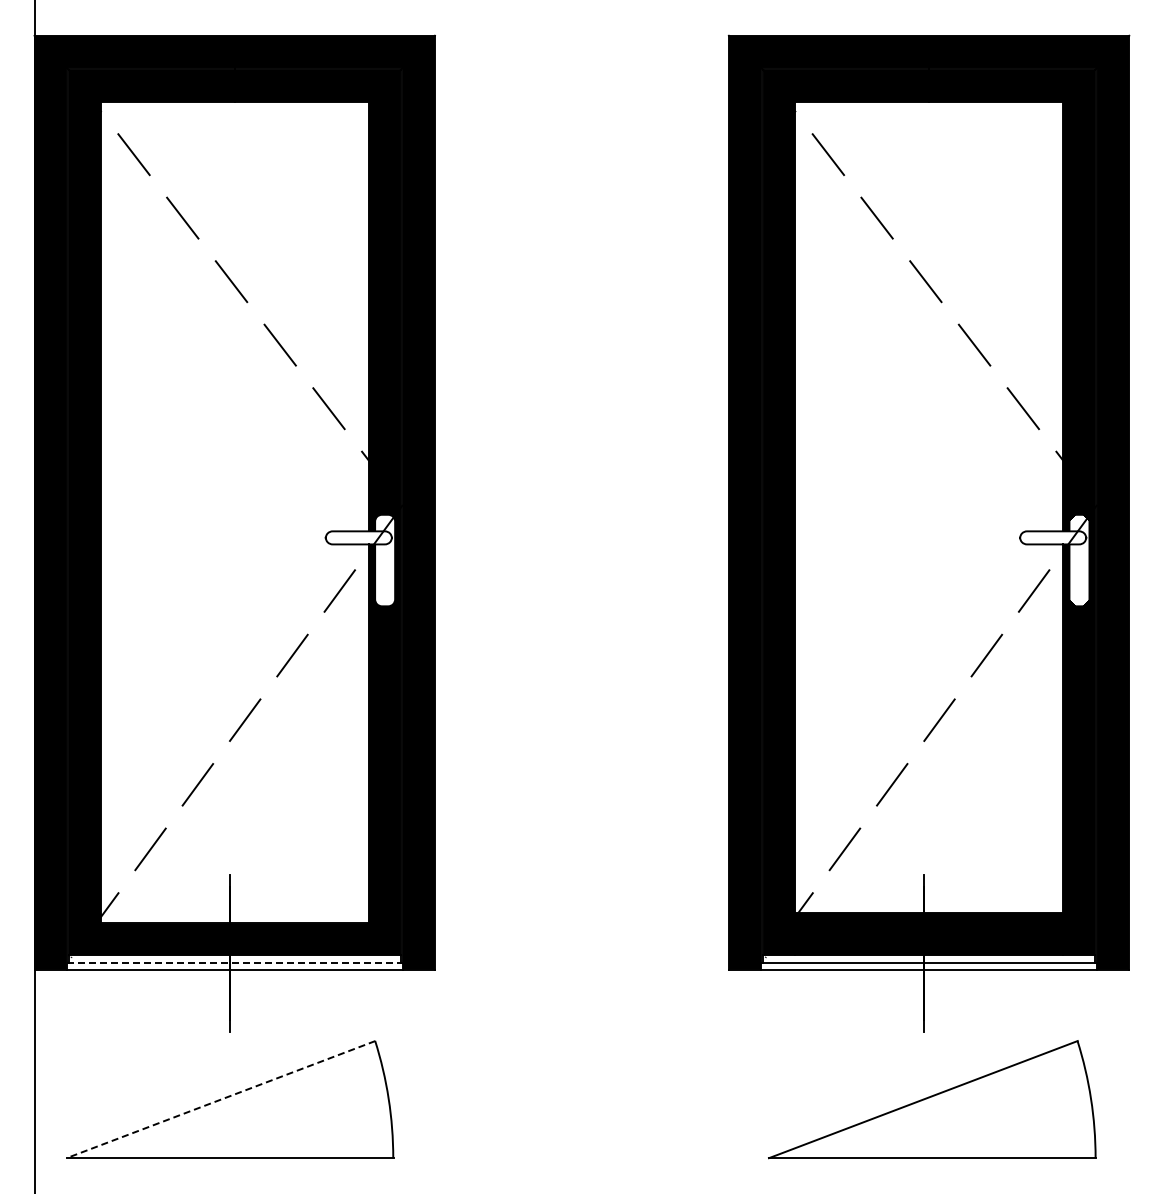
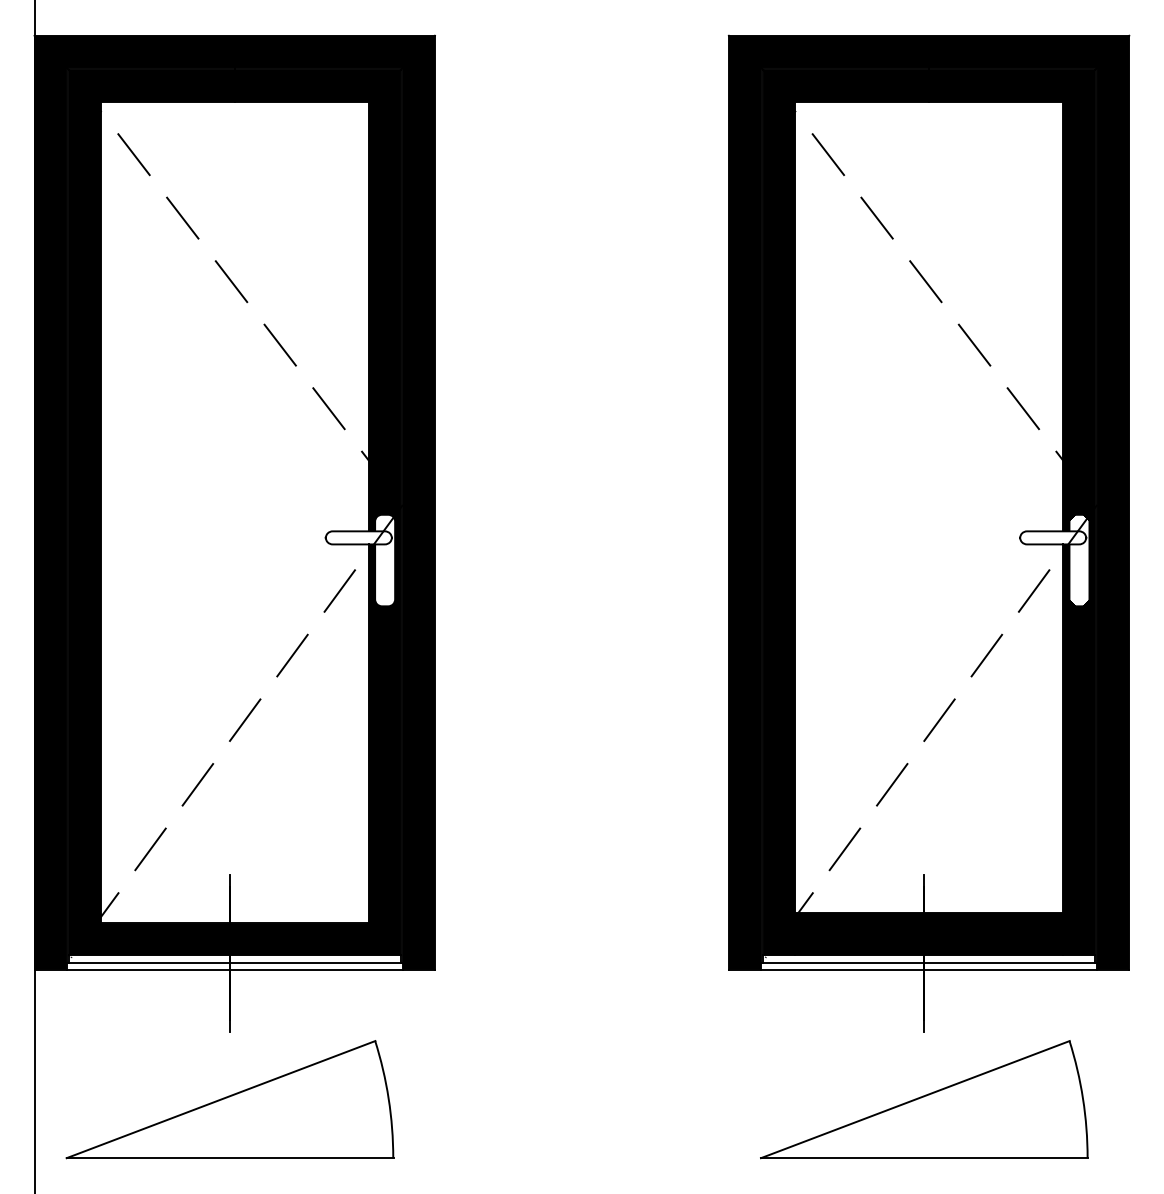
line at (235, 962): dashed -> solid
line at (220, 1099): dashed -> solid
part at (932, 1099) position: (932, 1099) -> (924, 1099)
